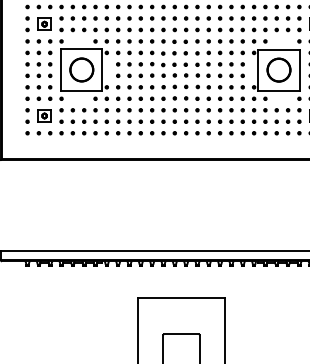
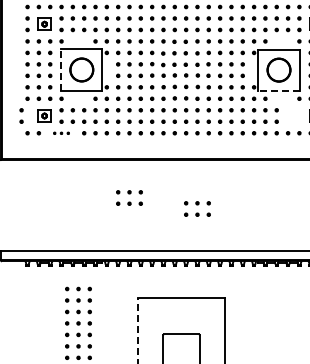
line at (61, 69): solid -> dashed
line at (279, 90): solid -> dashed
part at (27, 115) position: (27, 115) -> (21, 115)
part at (293, 115): present -> none
part at (61, 133) size: 27x5 px -> 17x4 px
part at (129, 197): none -> present
part at (197, 208): none -> present
part at (78, 322): none -> present
line at (137, 330): solid -> dashed
